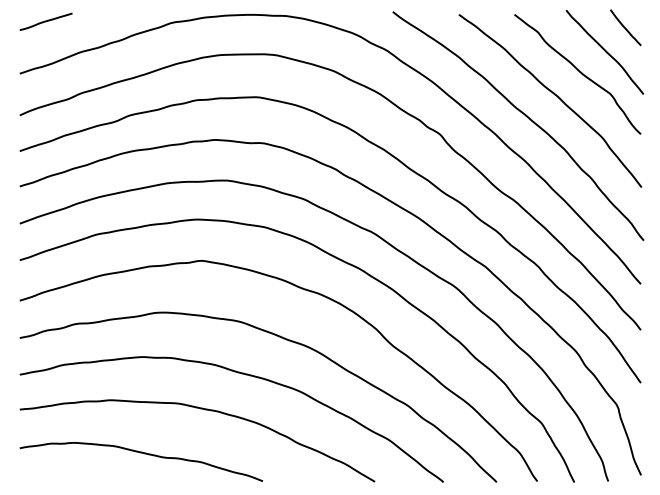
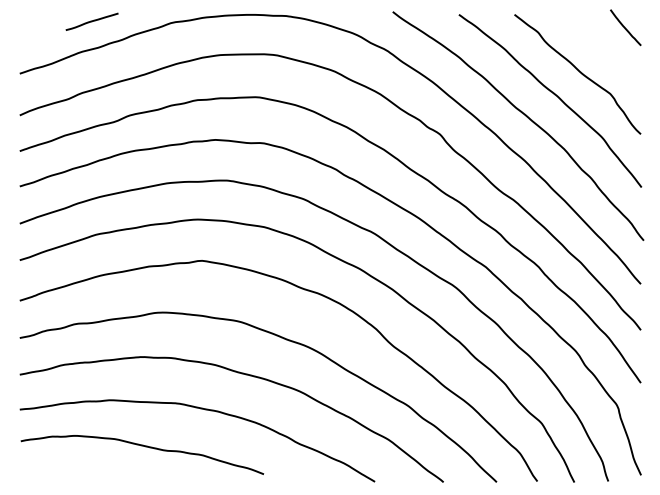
line at (45, 21) position: (45, 21) -> (91, 21)
curve at (604, 51): present -> none
curve at (144, 454) position: (144, 454) -> (145, 447)
